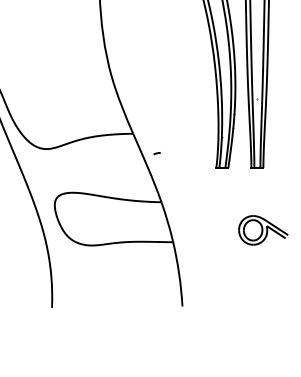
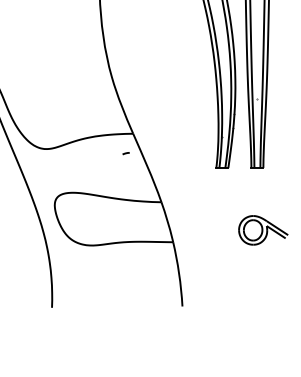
curve at (156, 153) position: (156, 153) -> (125, 153)
